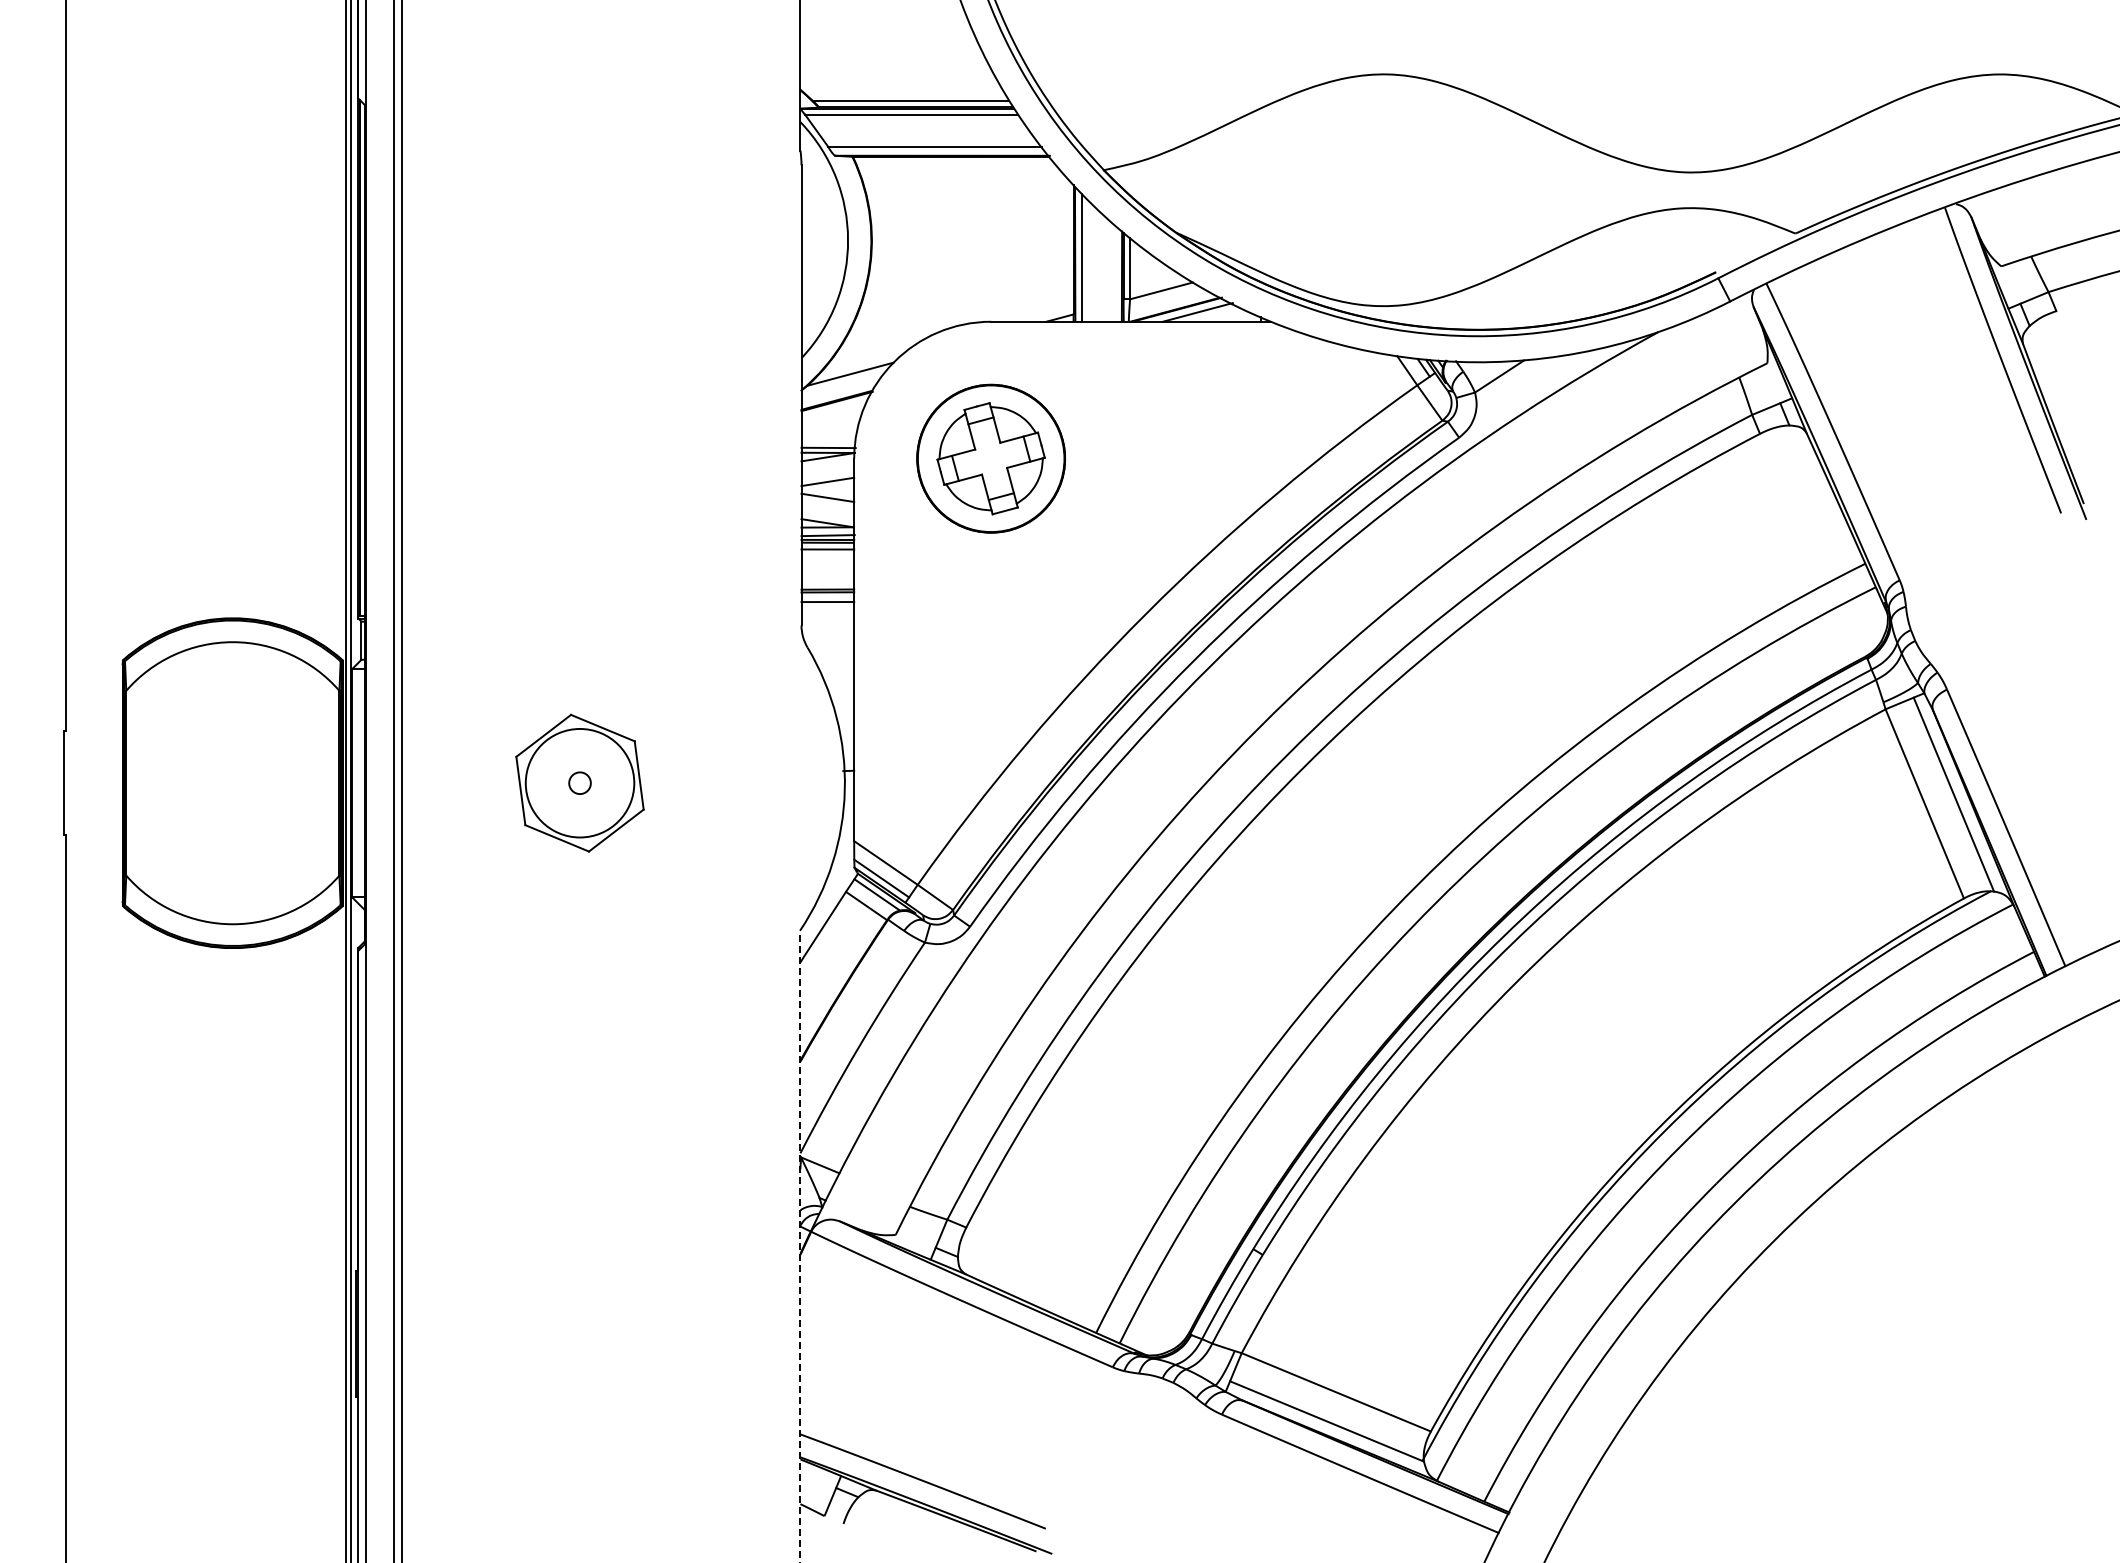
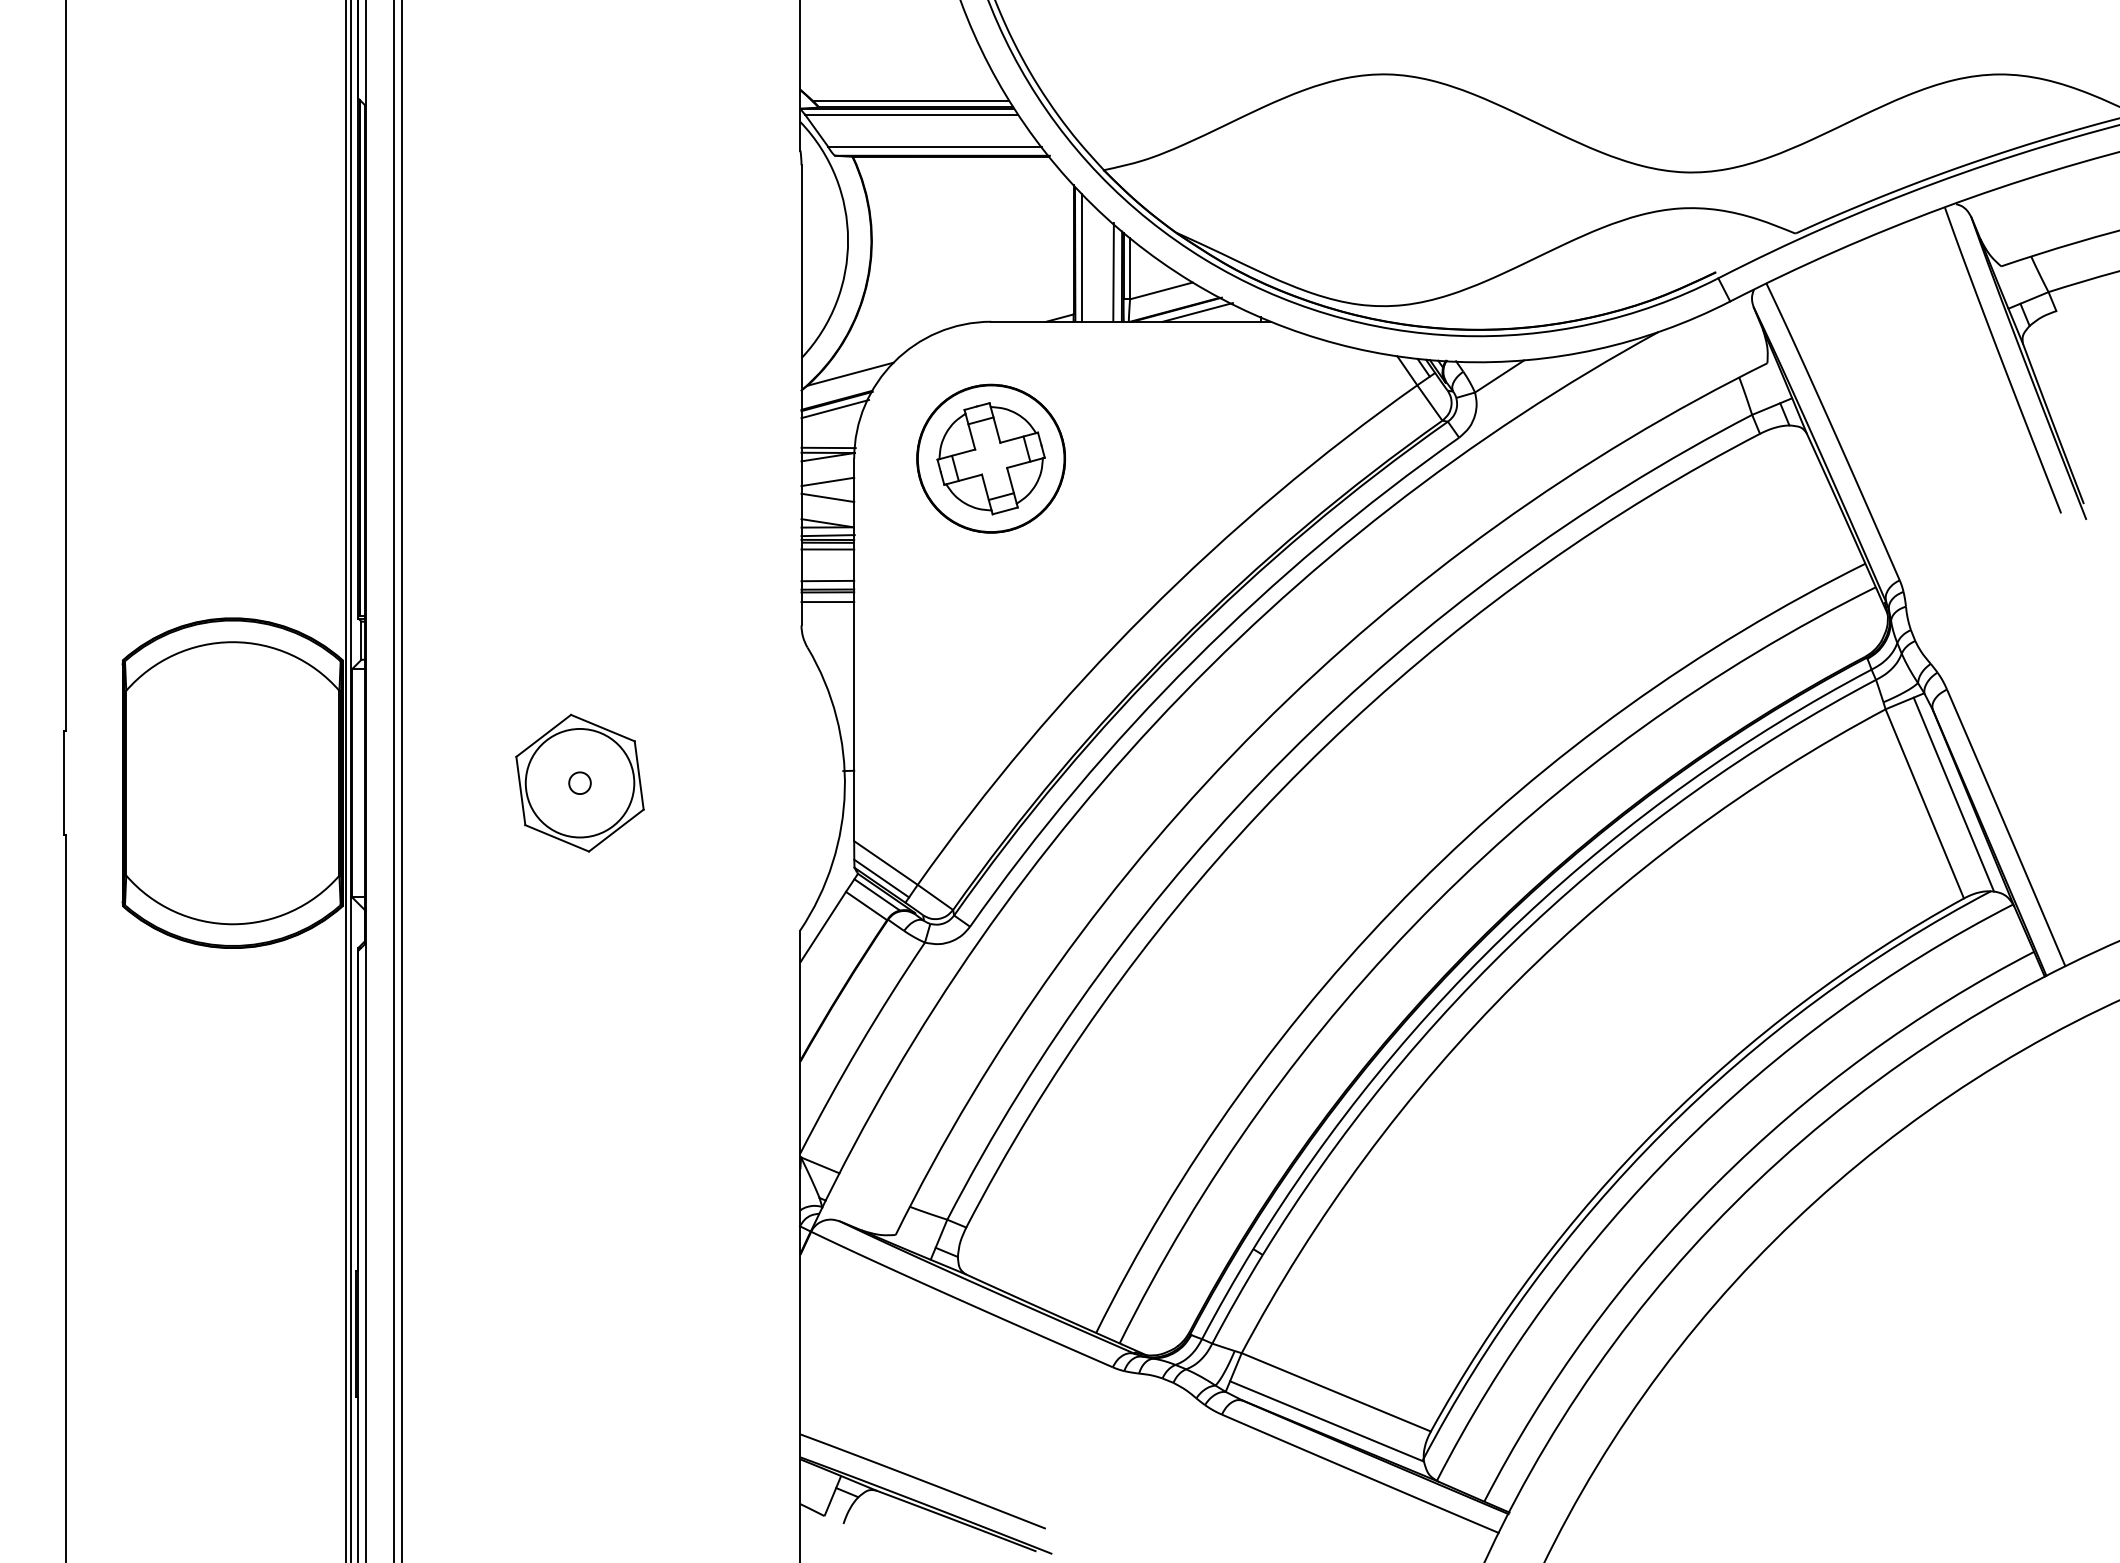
line at (1113, 271): none -> present
line at (834, 409): none -> present
line at (827, 580): none -> present
line at (800, 1246): dashed -> solid
